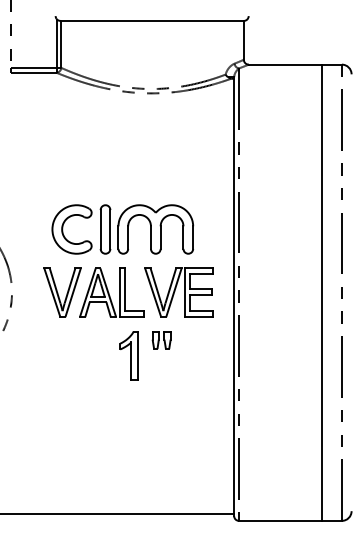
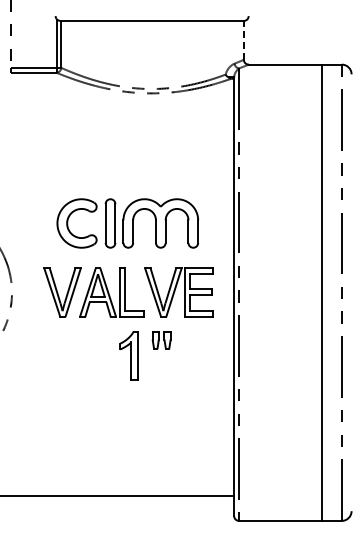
line at (243, 39): solid -> dashed
part at (122, 229) position: (122, 229) -> (127, 223)
line at (118, 513) position: (118, 513) -> (118, 495)
